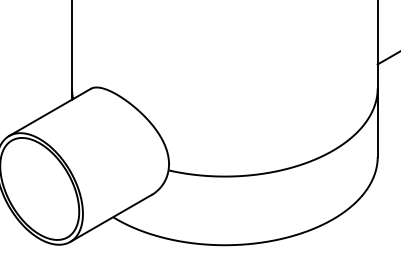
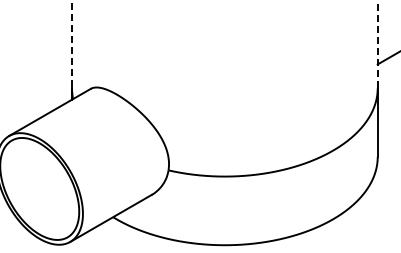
line at (72, 44): solid -> dashed
line at (377, 44): solid -> dashed
